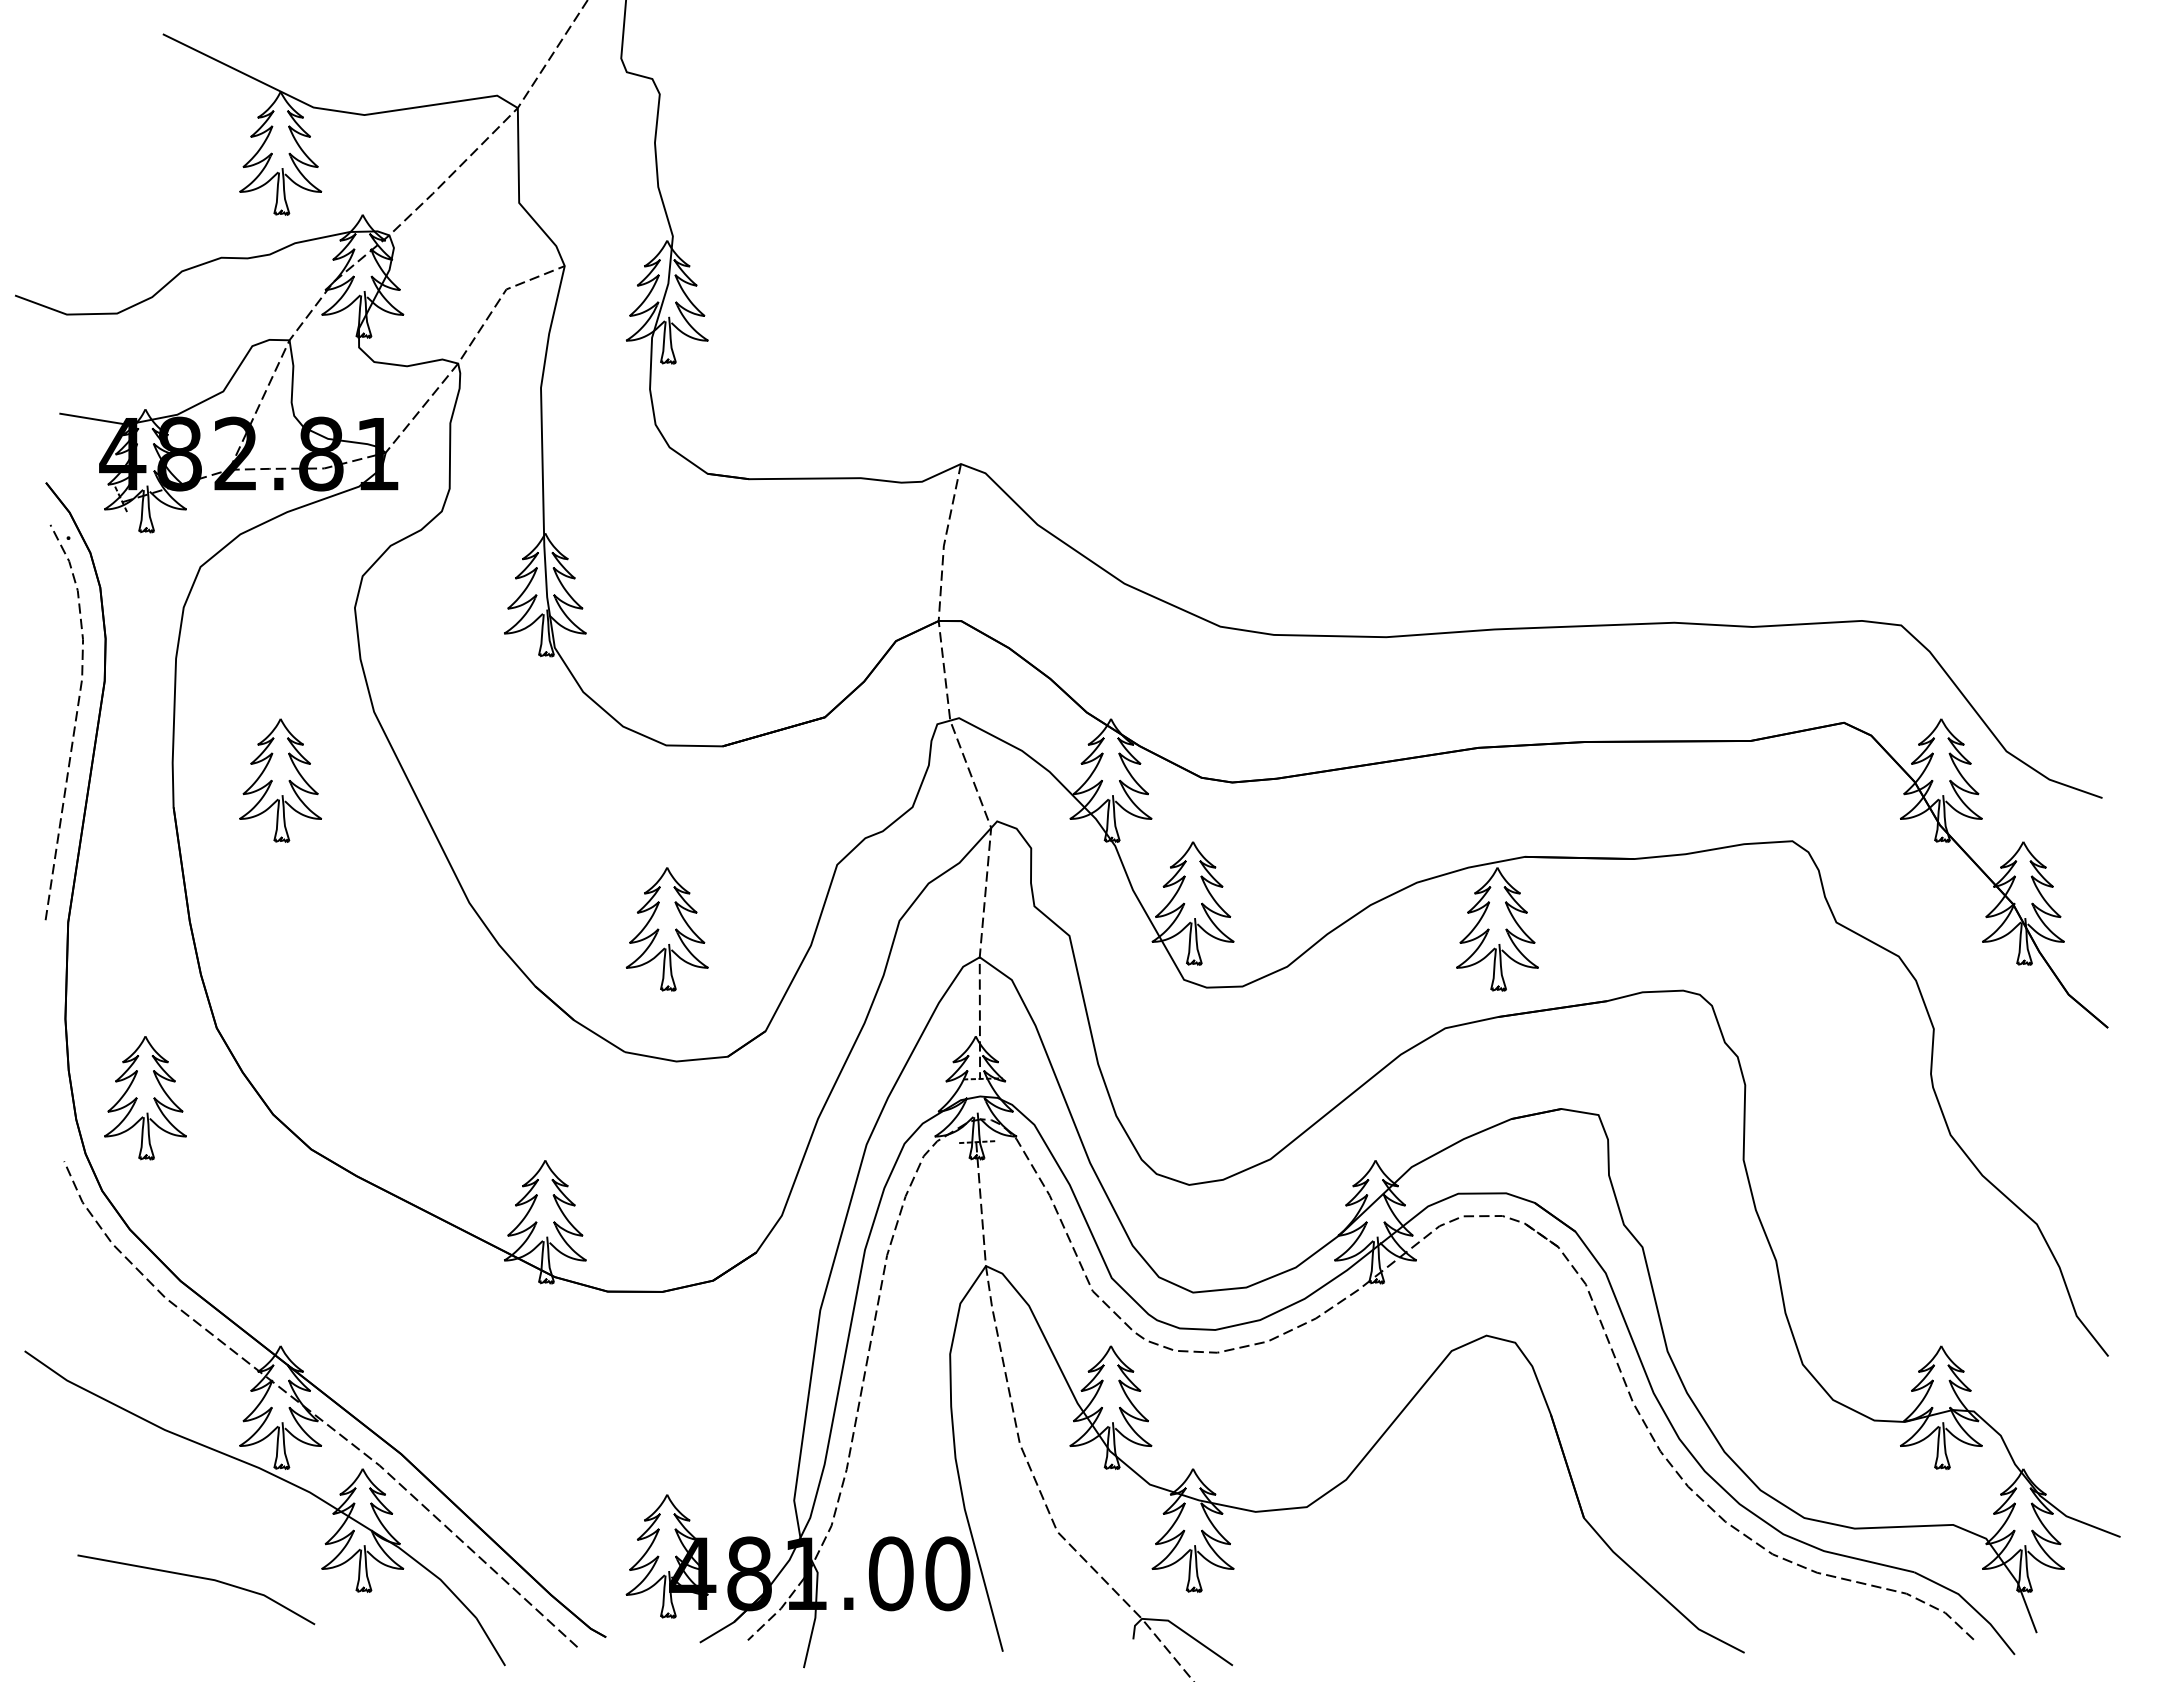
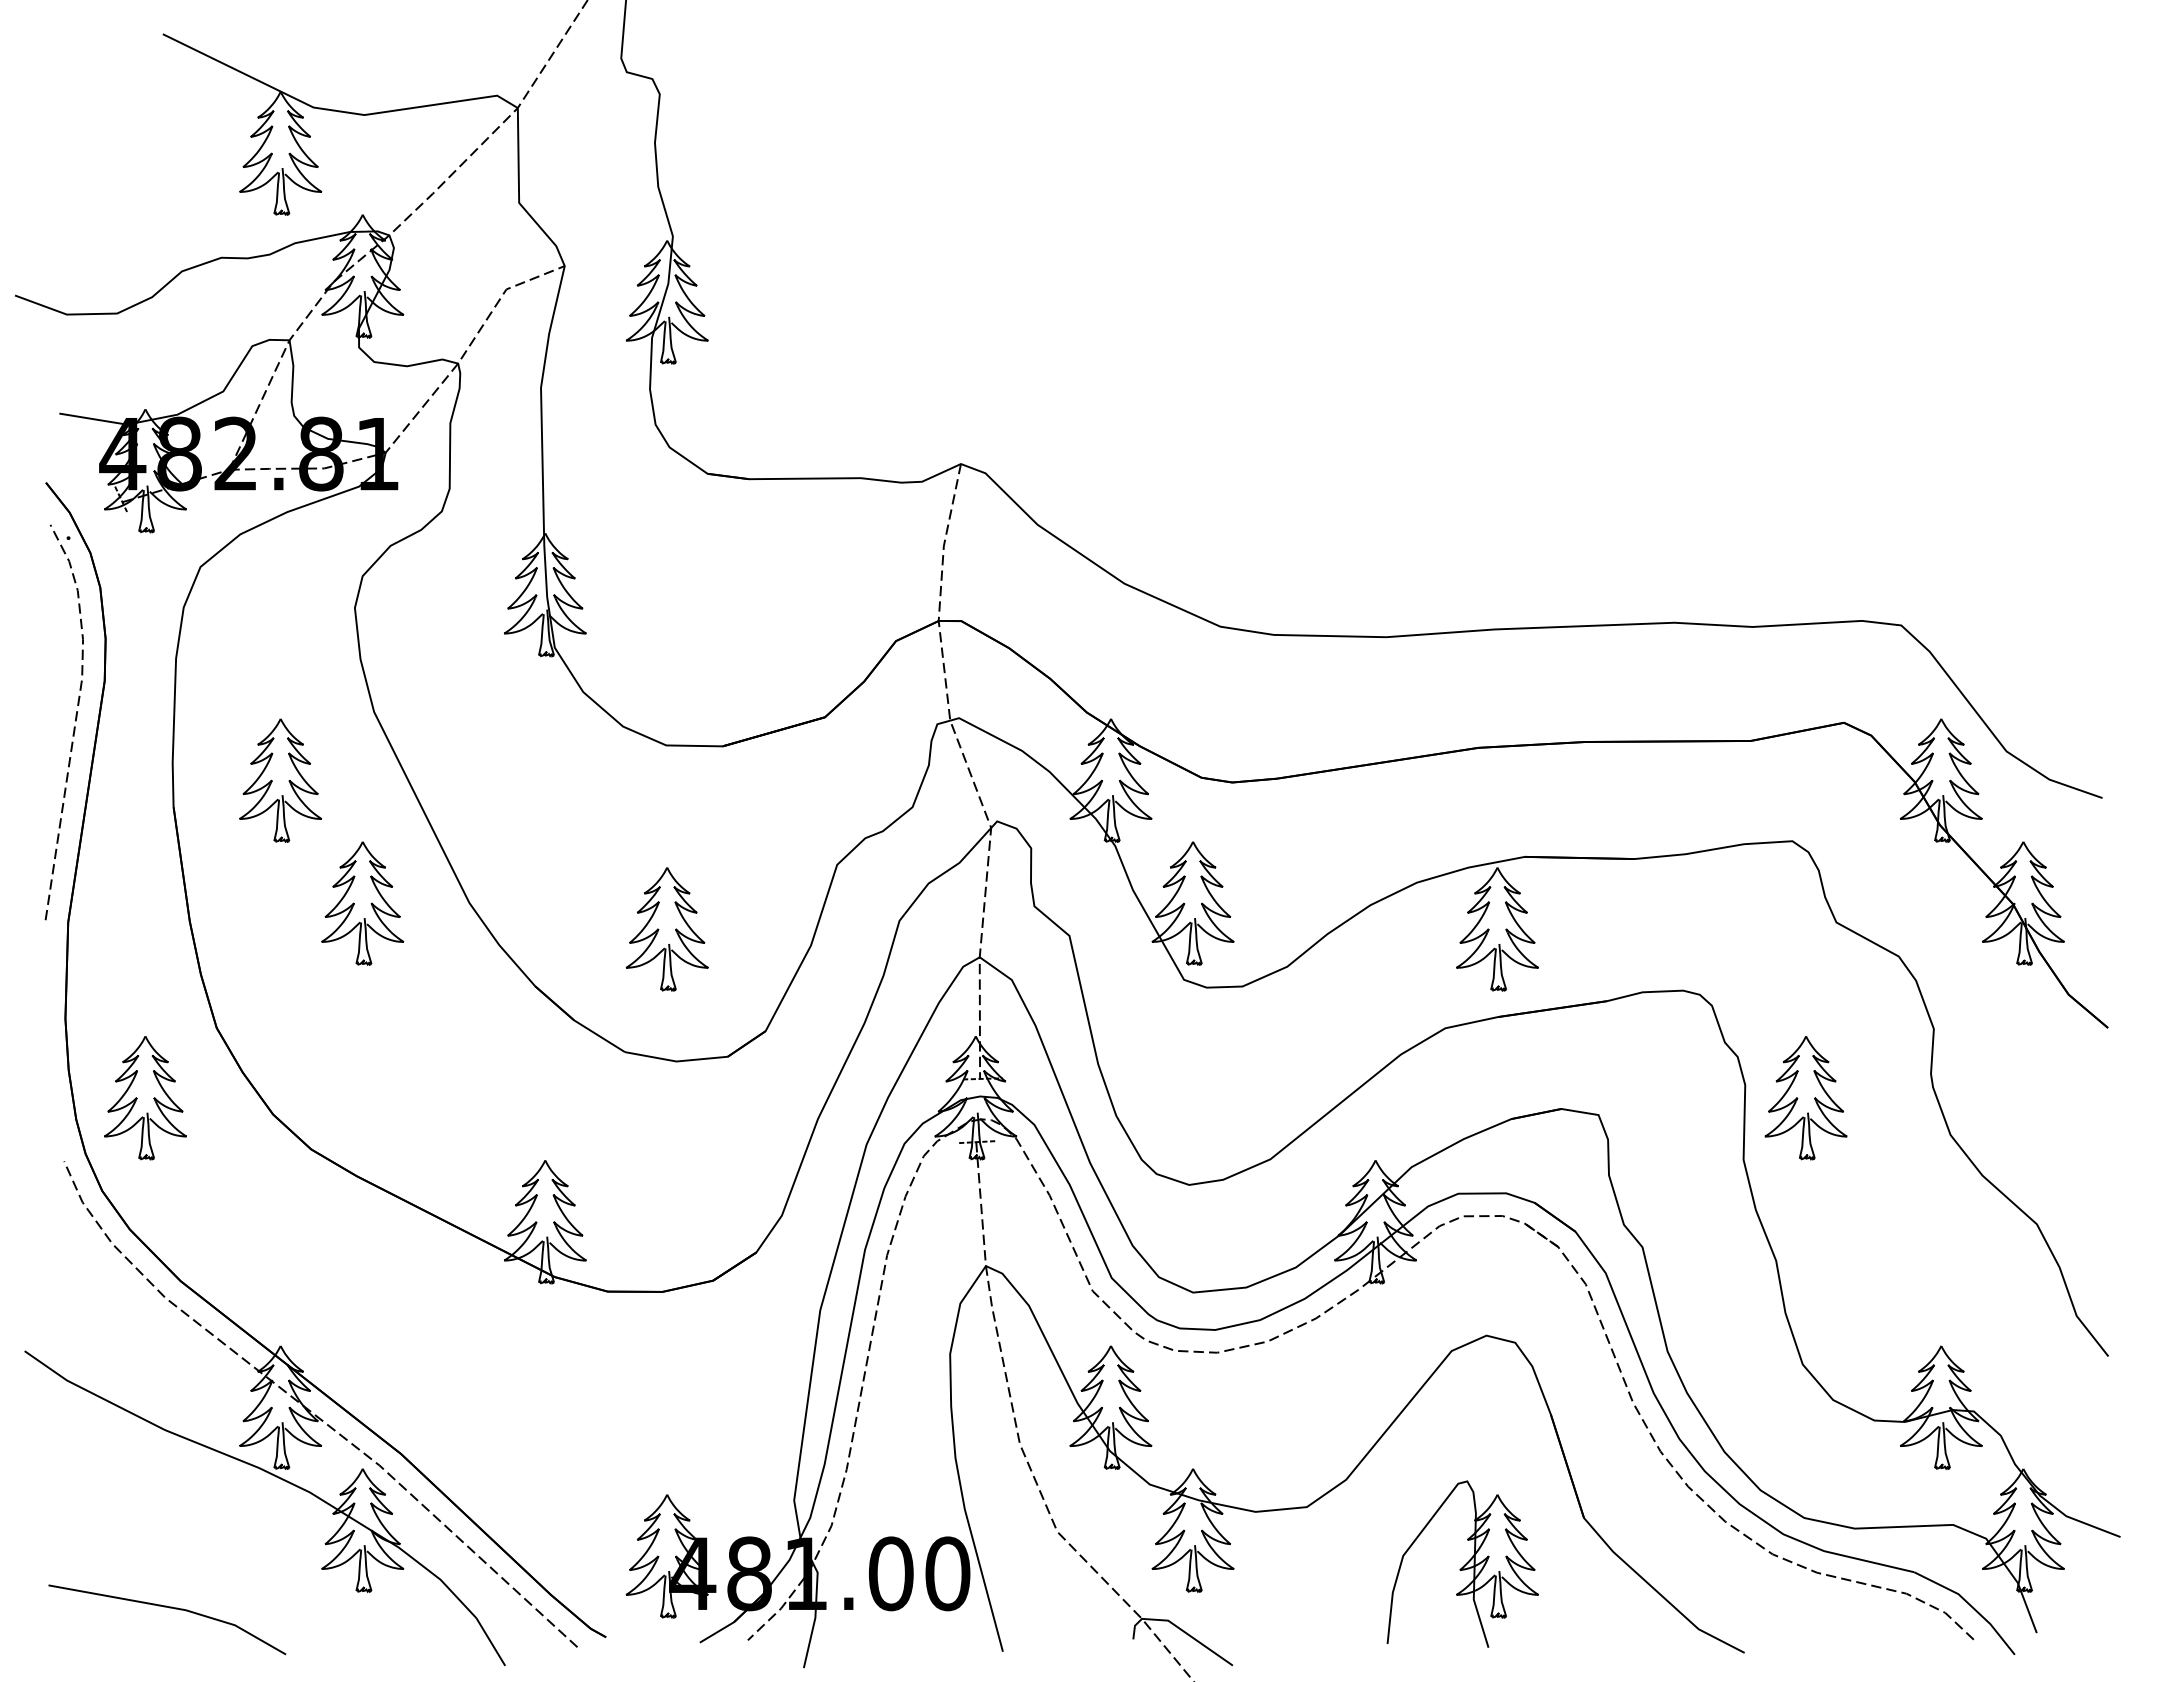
part at (362, 903): none -> present
part at (1805, 1098): none -> present
part at (1462, 1563): none -> present
line at (198, 1578) position: (198, 1578) -> (169, 1608)
